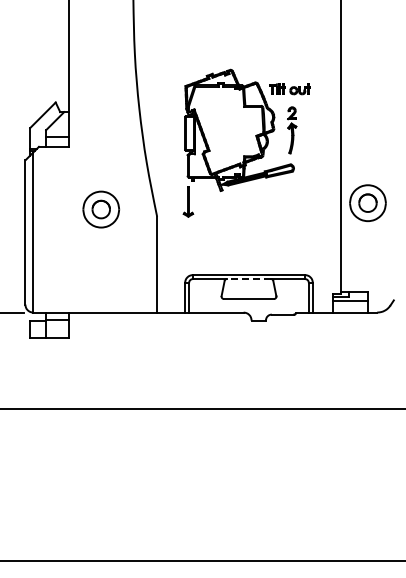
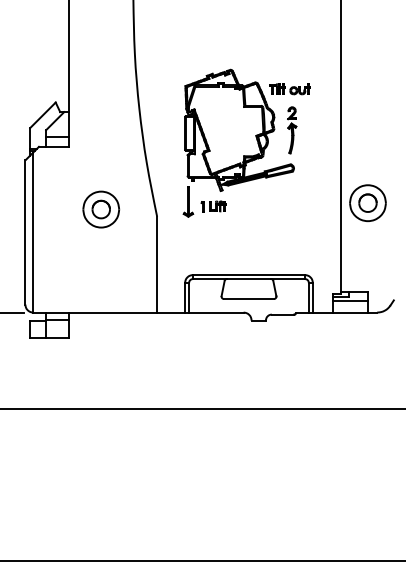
part at (213, 206): none -> present
line at (248, 279): dashed -> solid
